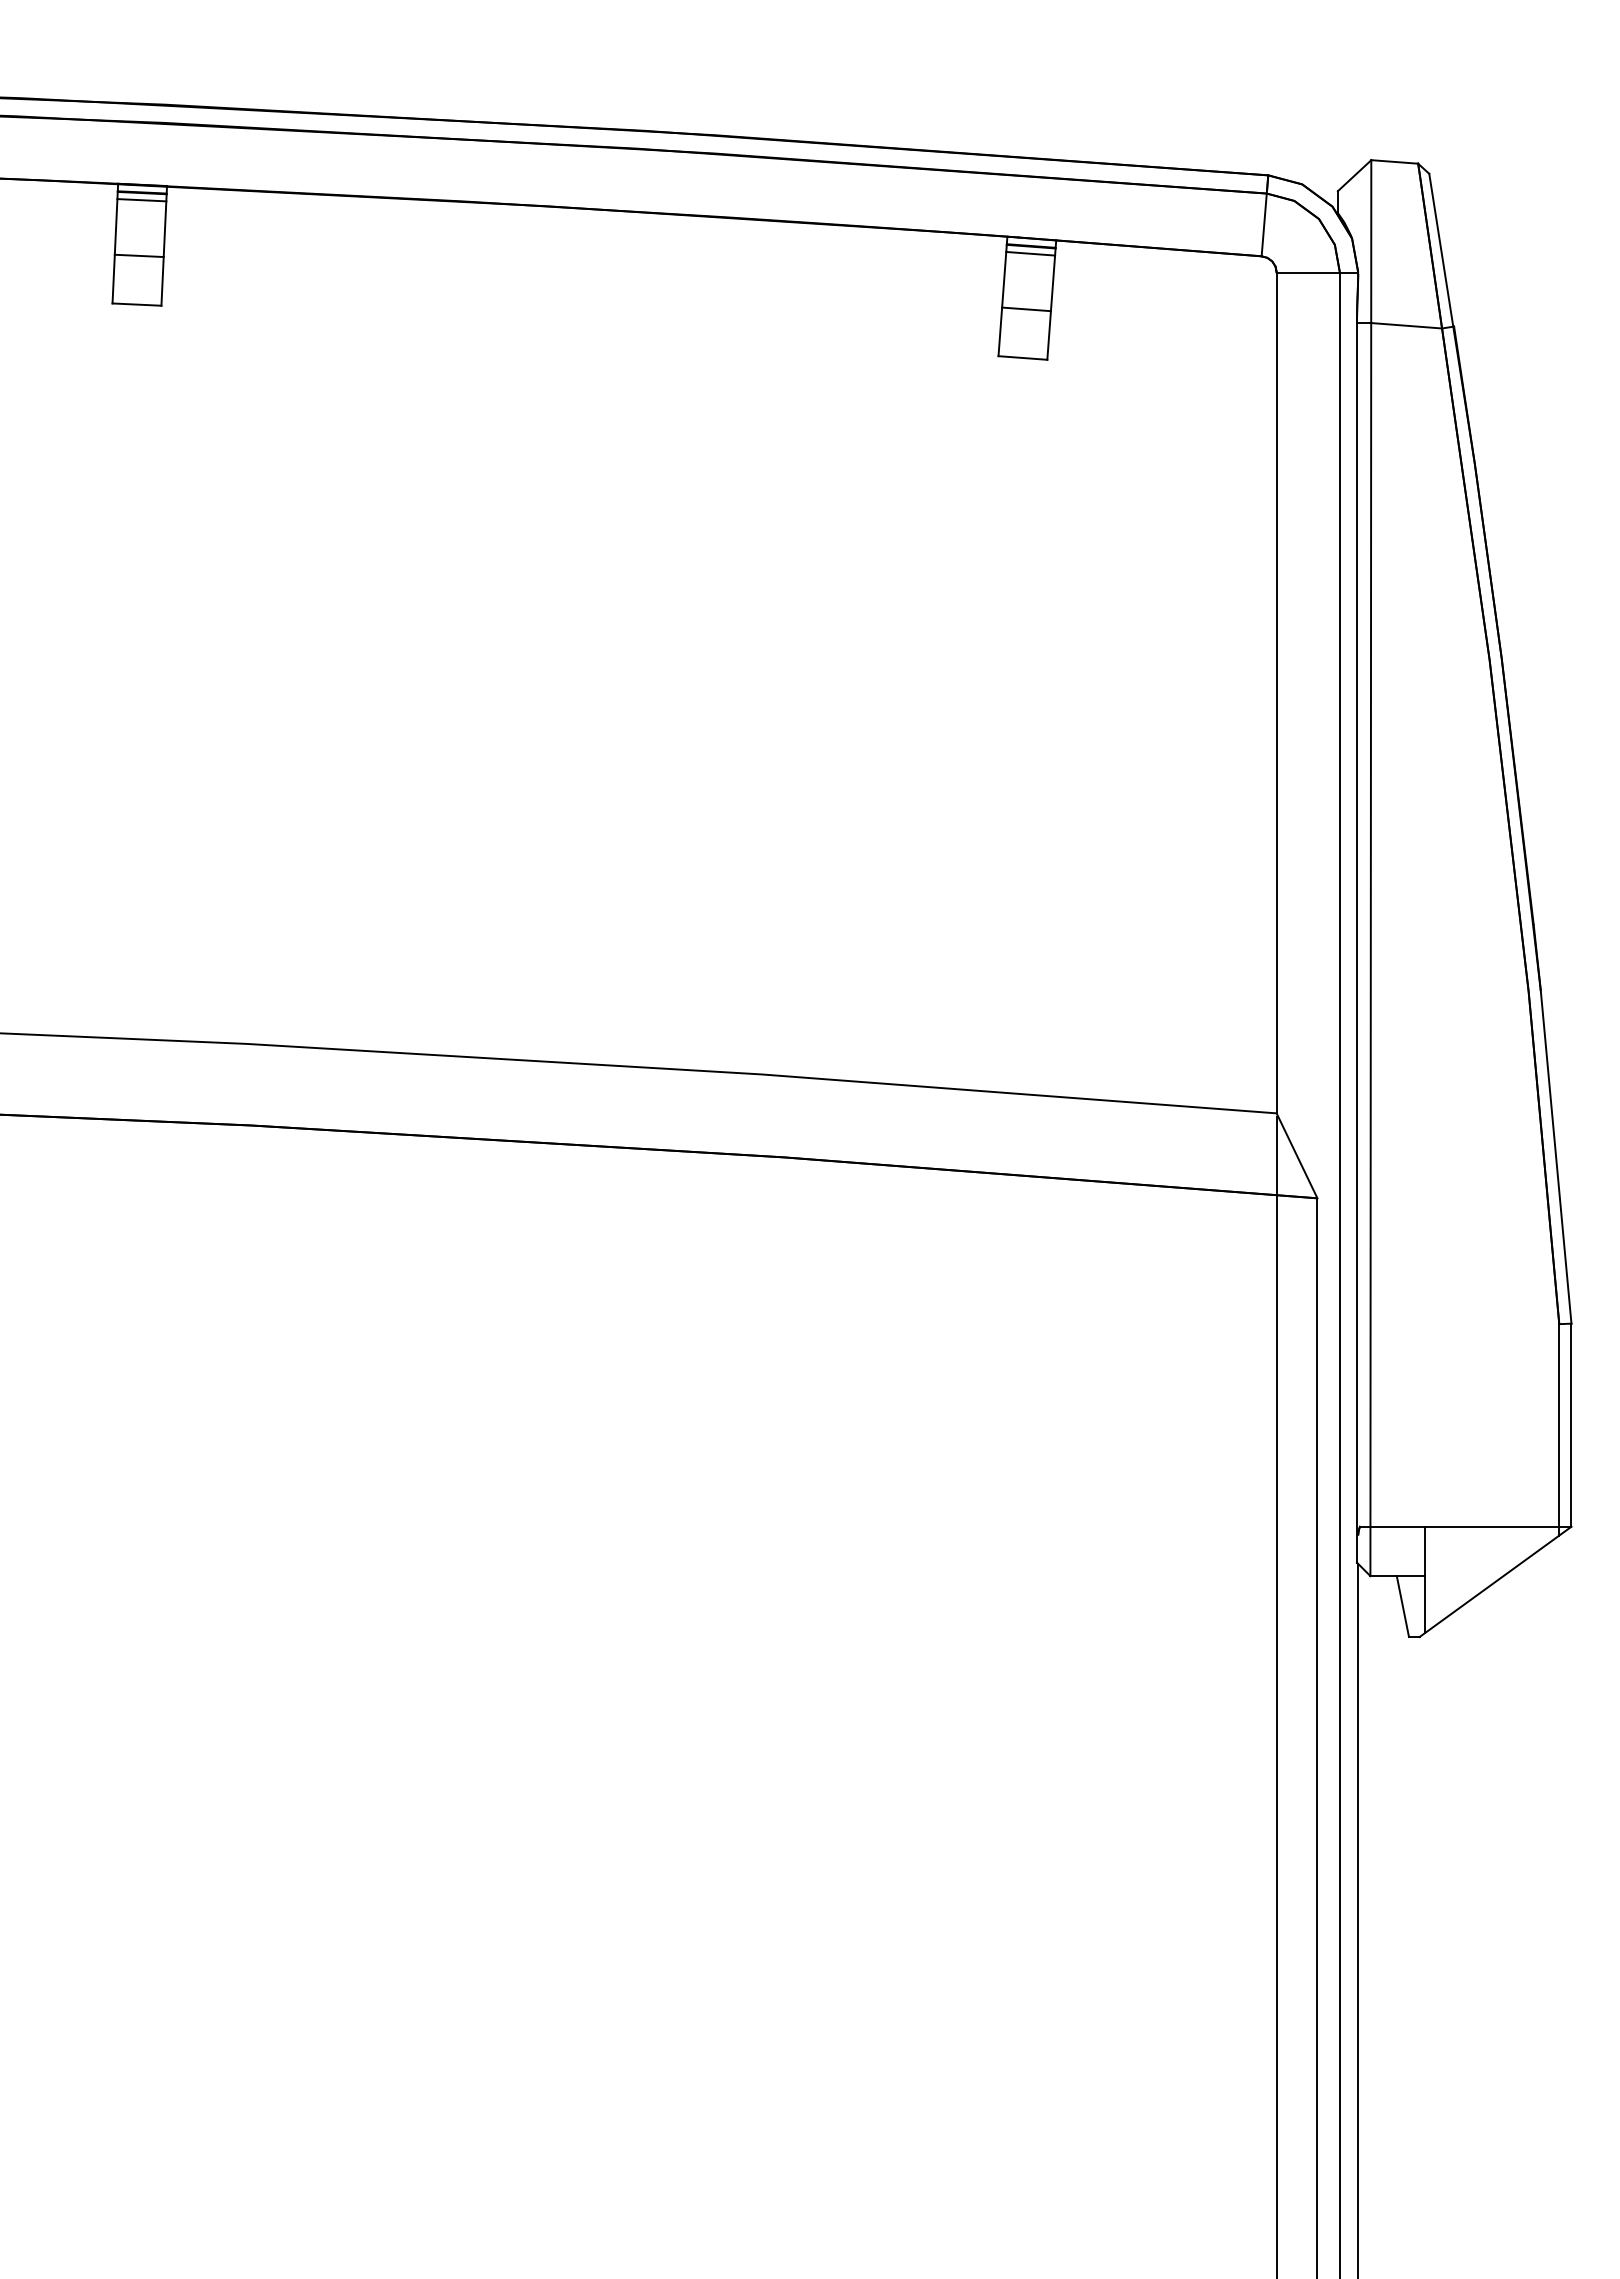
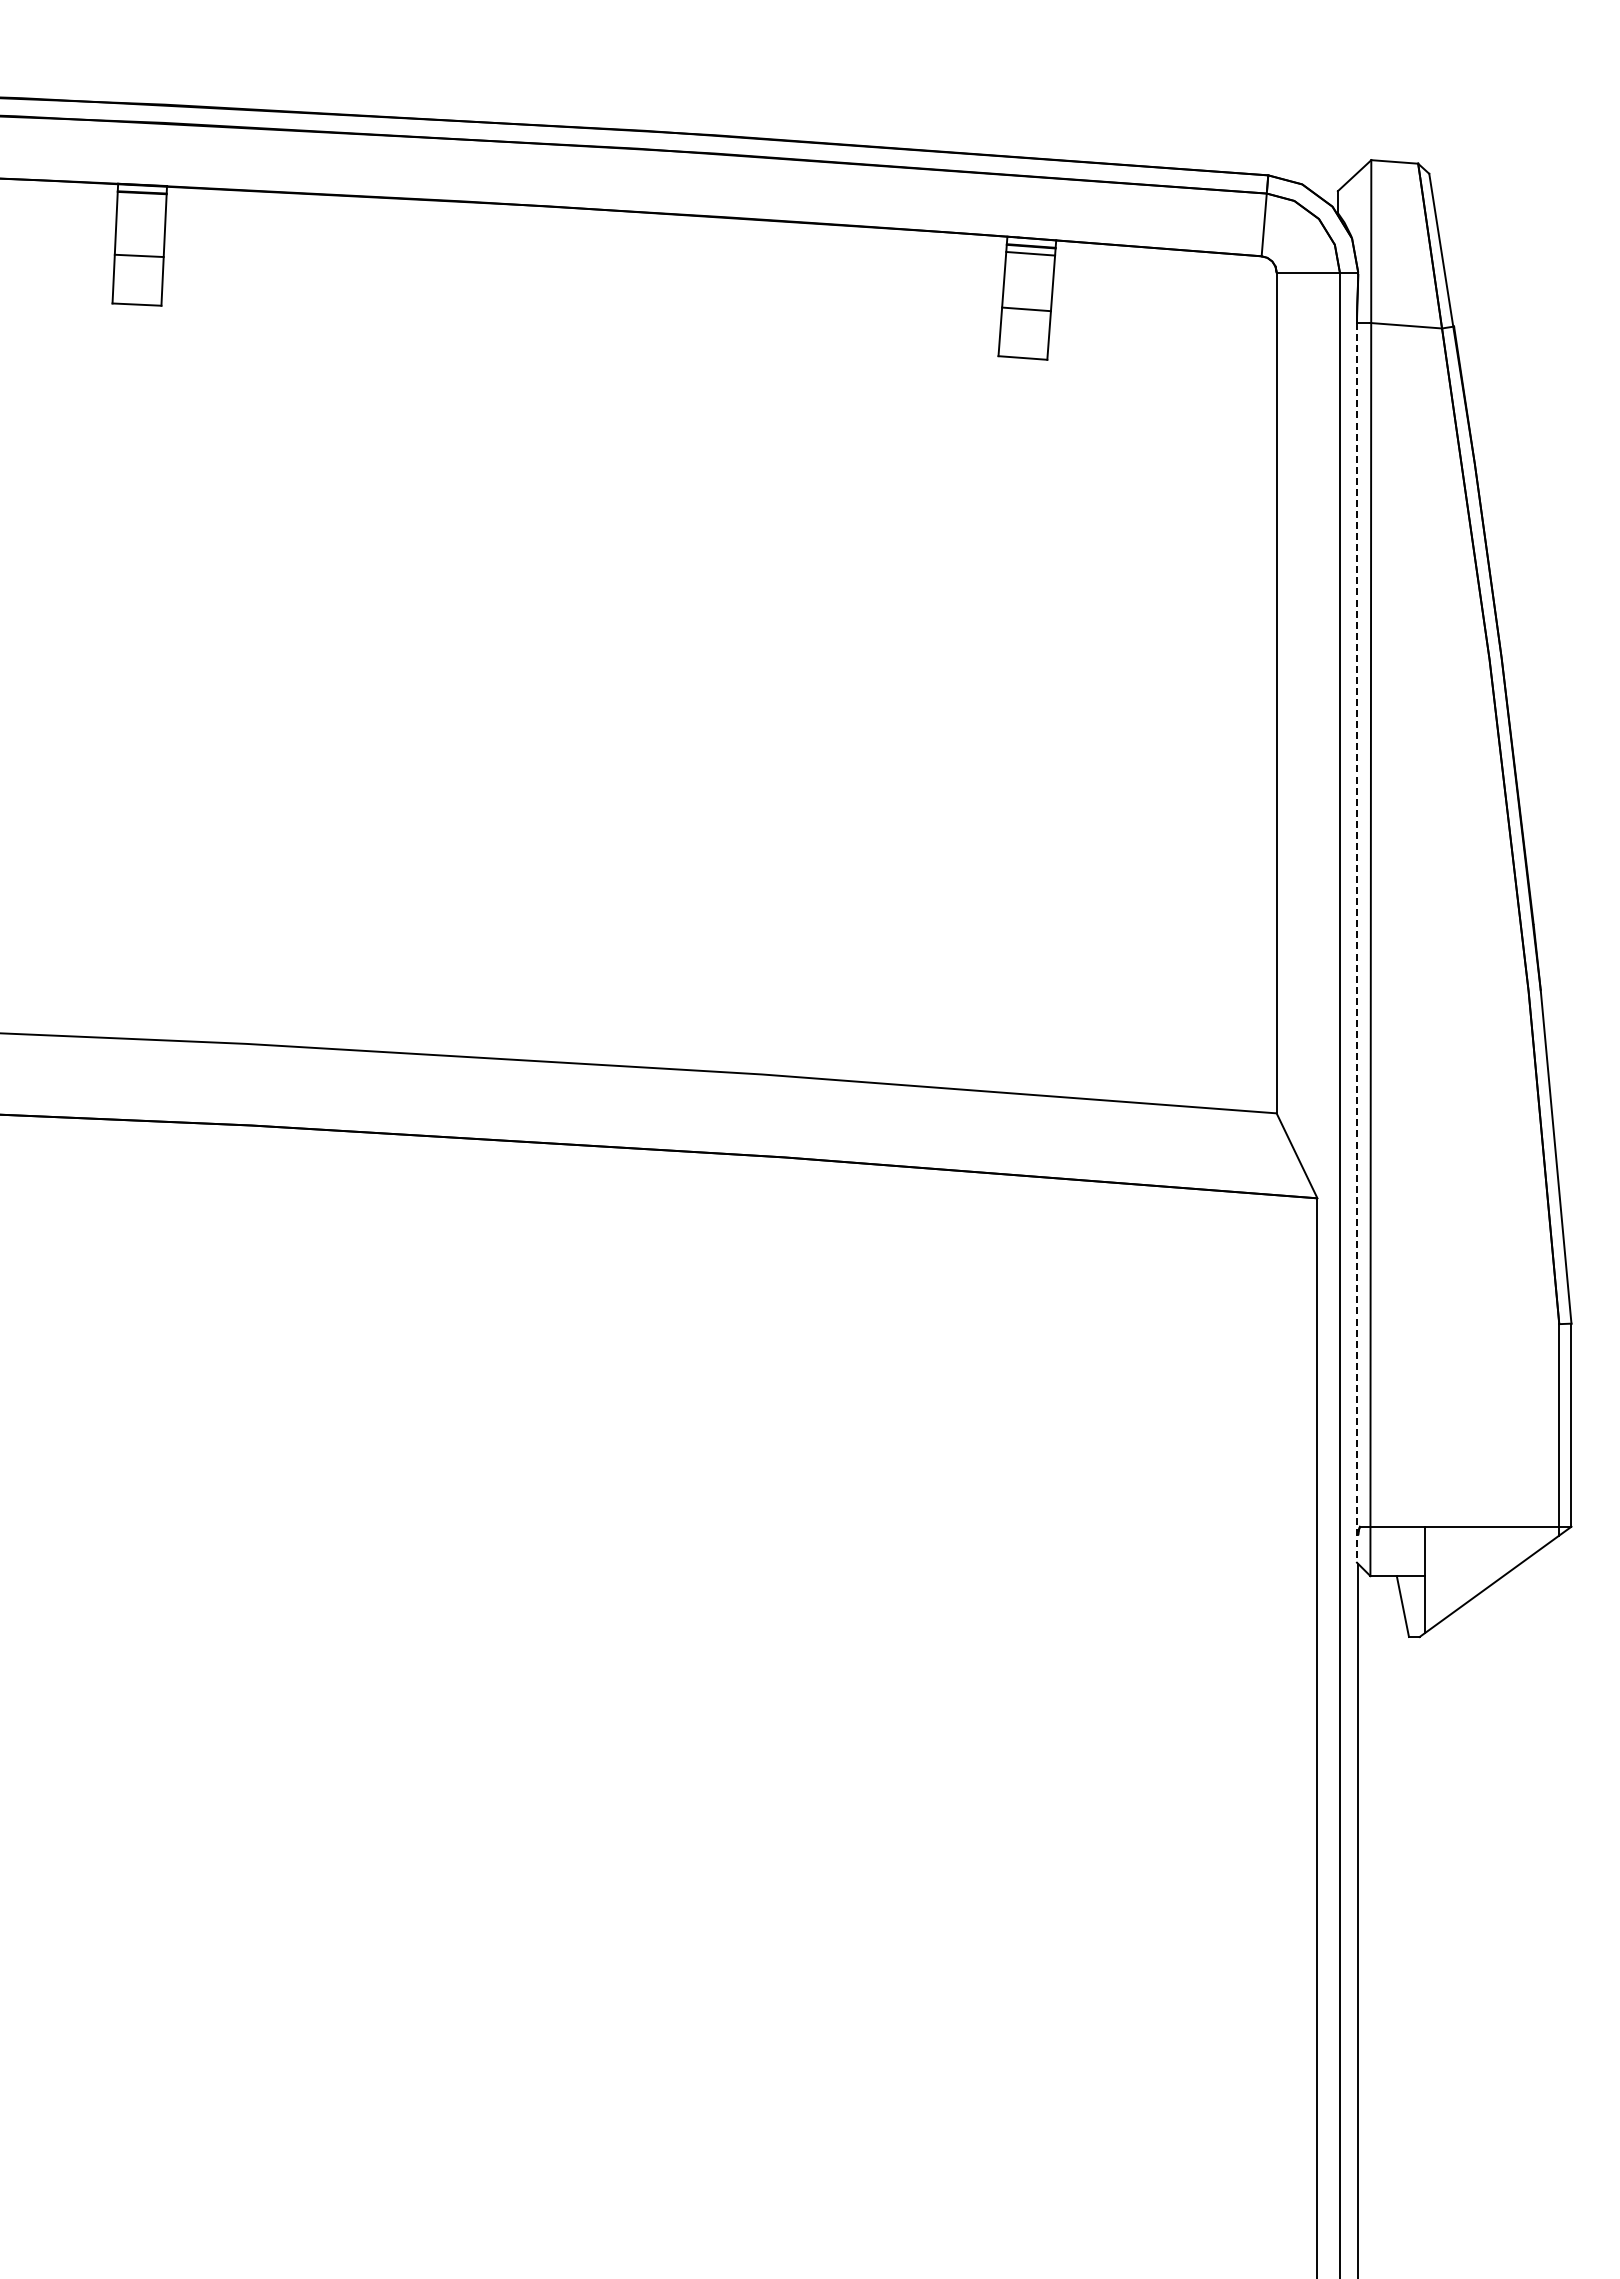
line at (141, 200): present -> none
line at (1356, 942): solid -> dashed
line at (1276, 1696): present -> none
